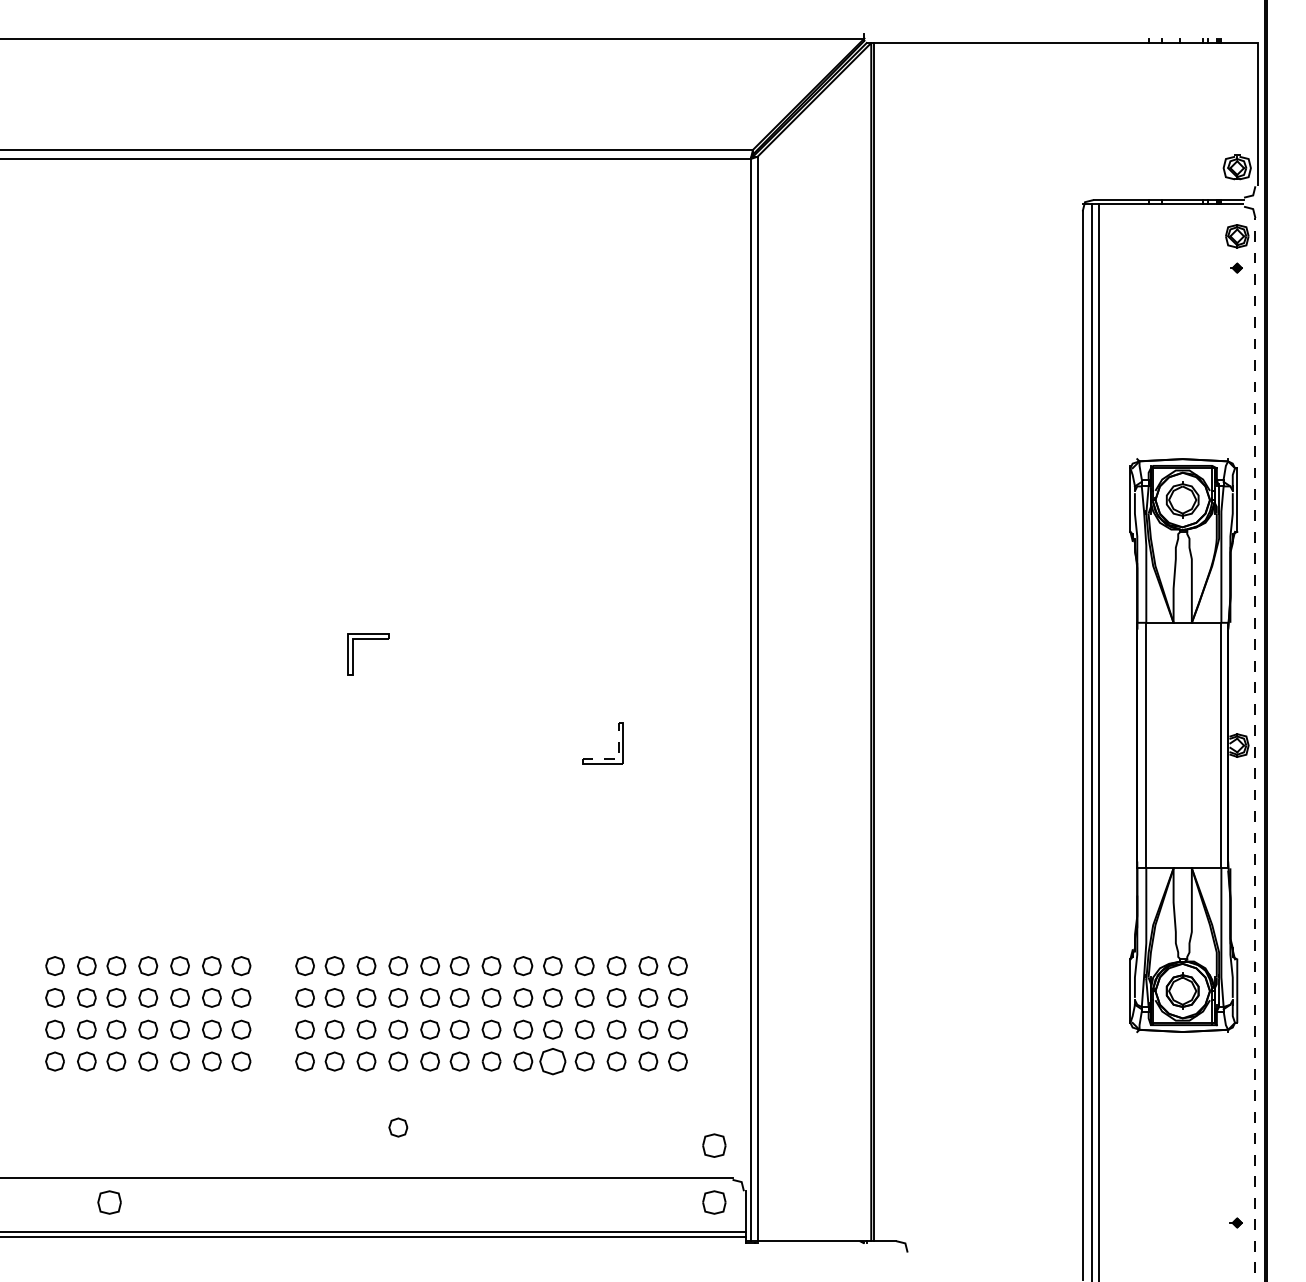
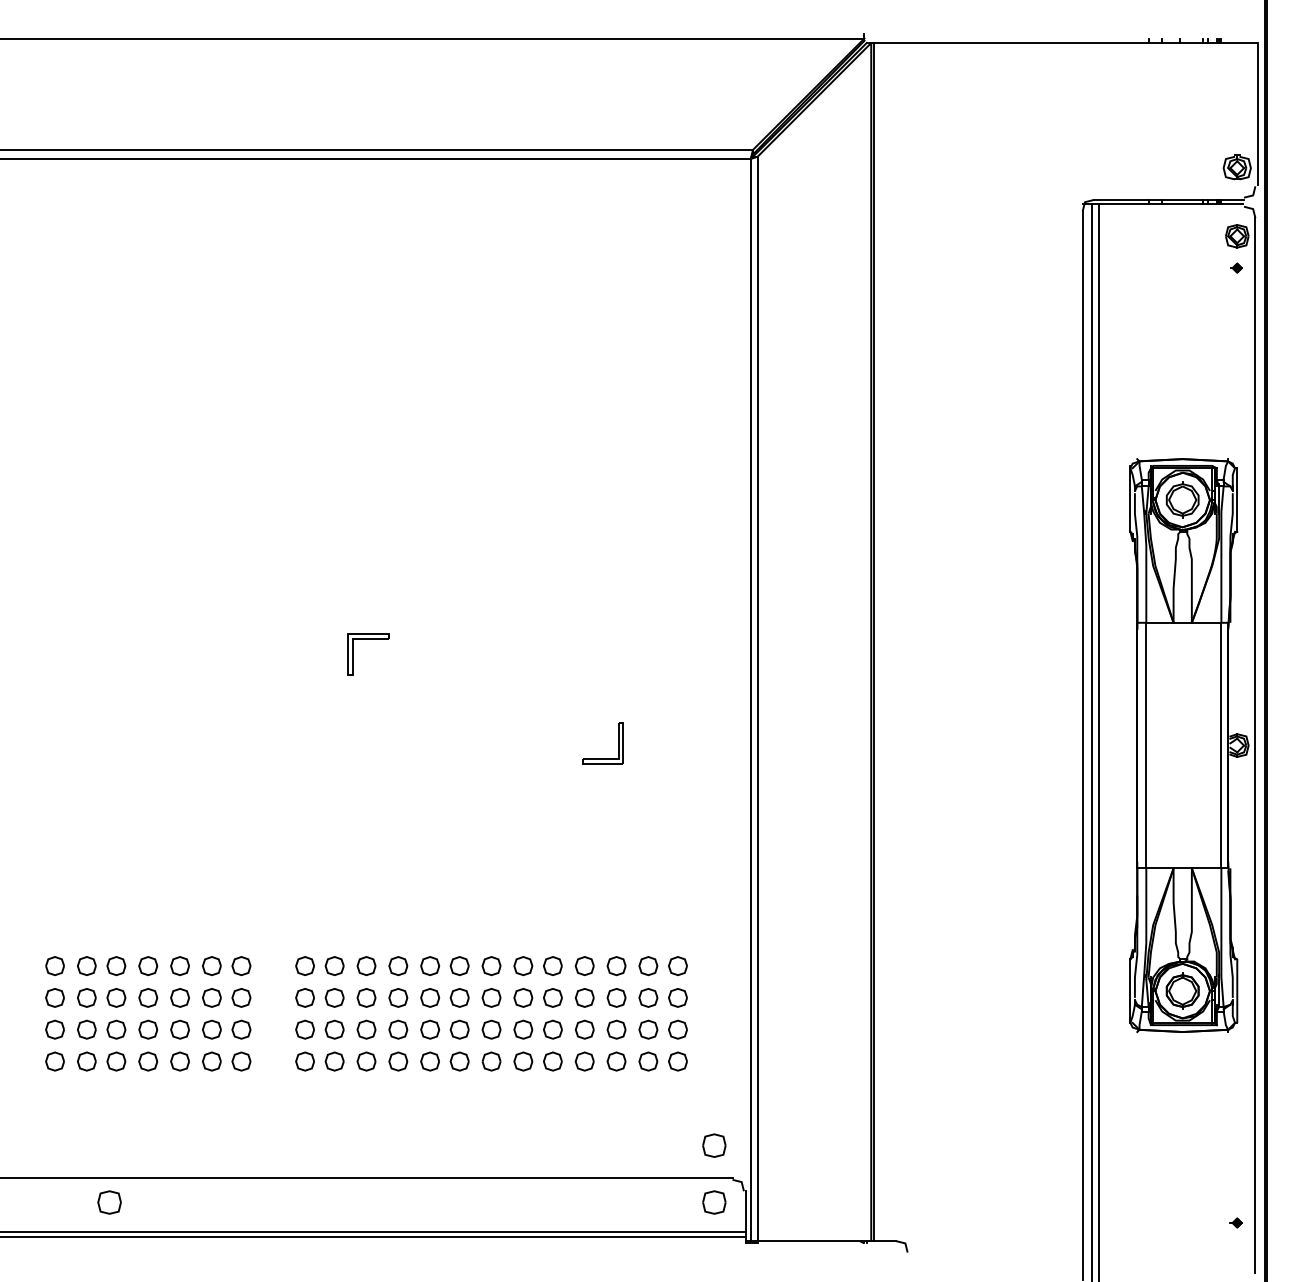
line at (1255, 745): dashed -> solid
line at (618, 759): dashed -> solid
part at (552, 1061) size: 28x28 px -> 20x21 px
part at (398, 1127): present -> none
